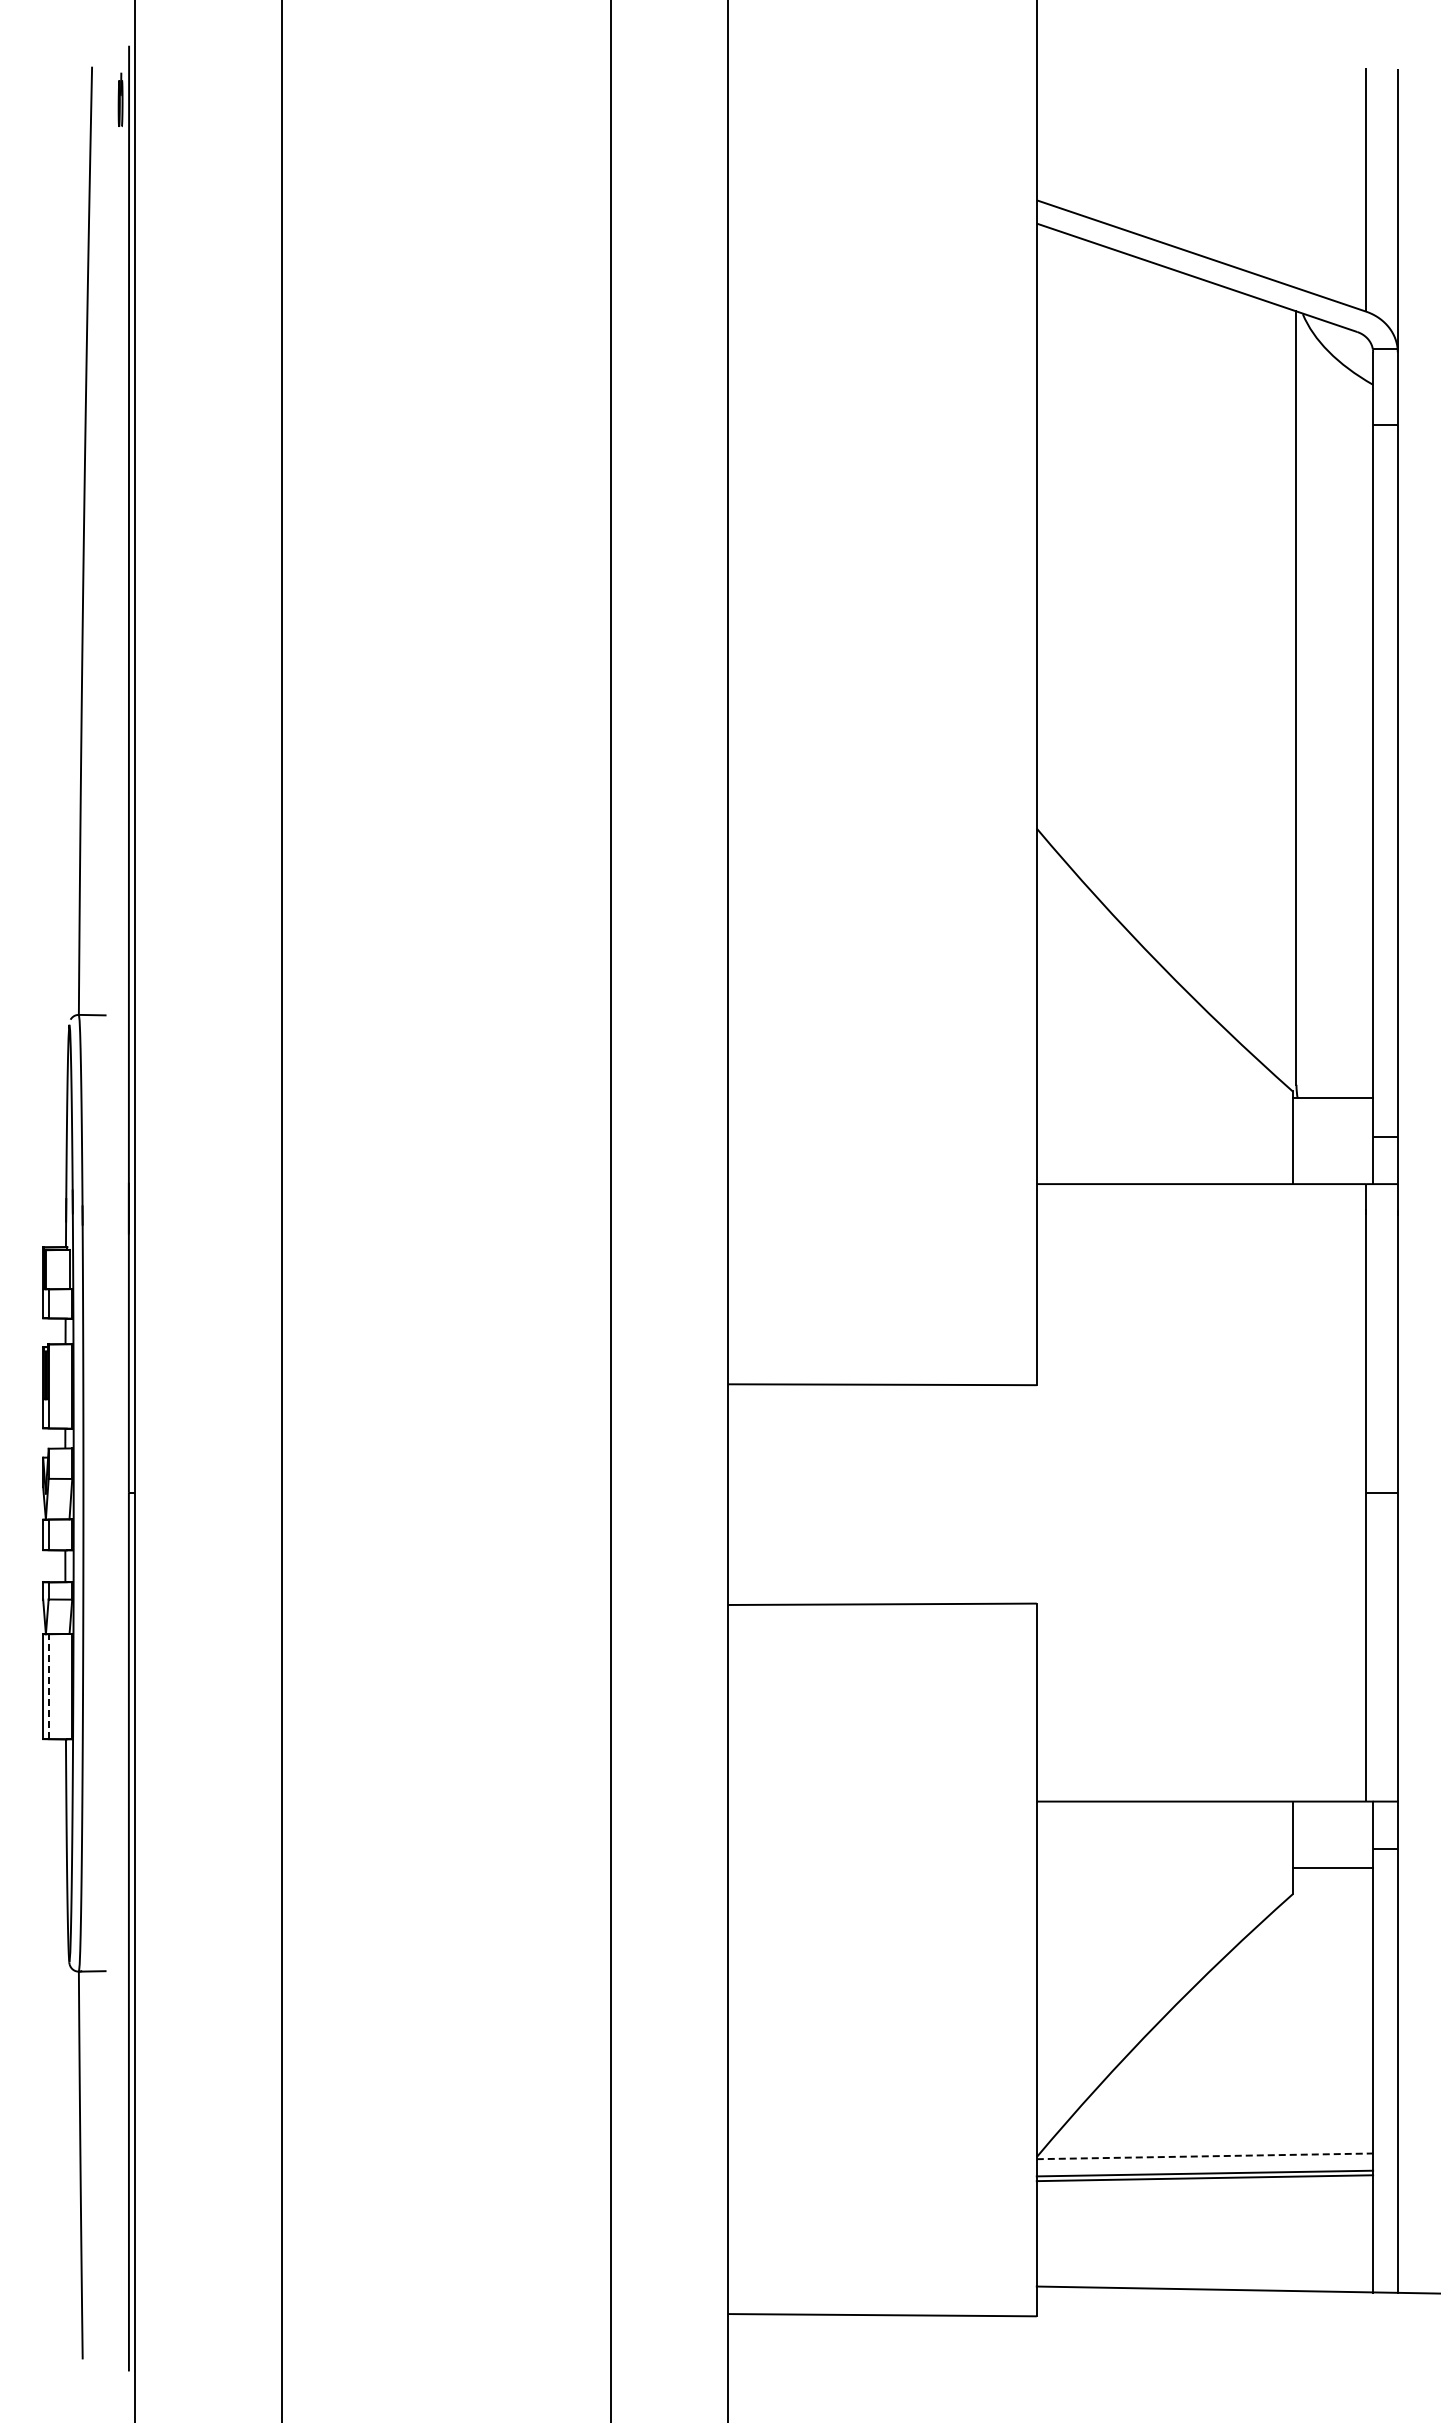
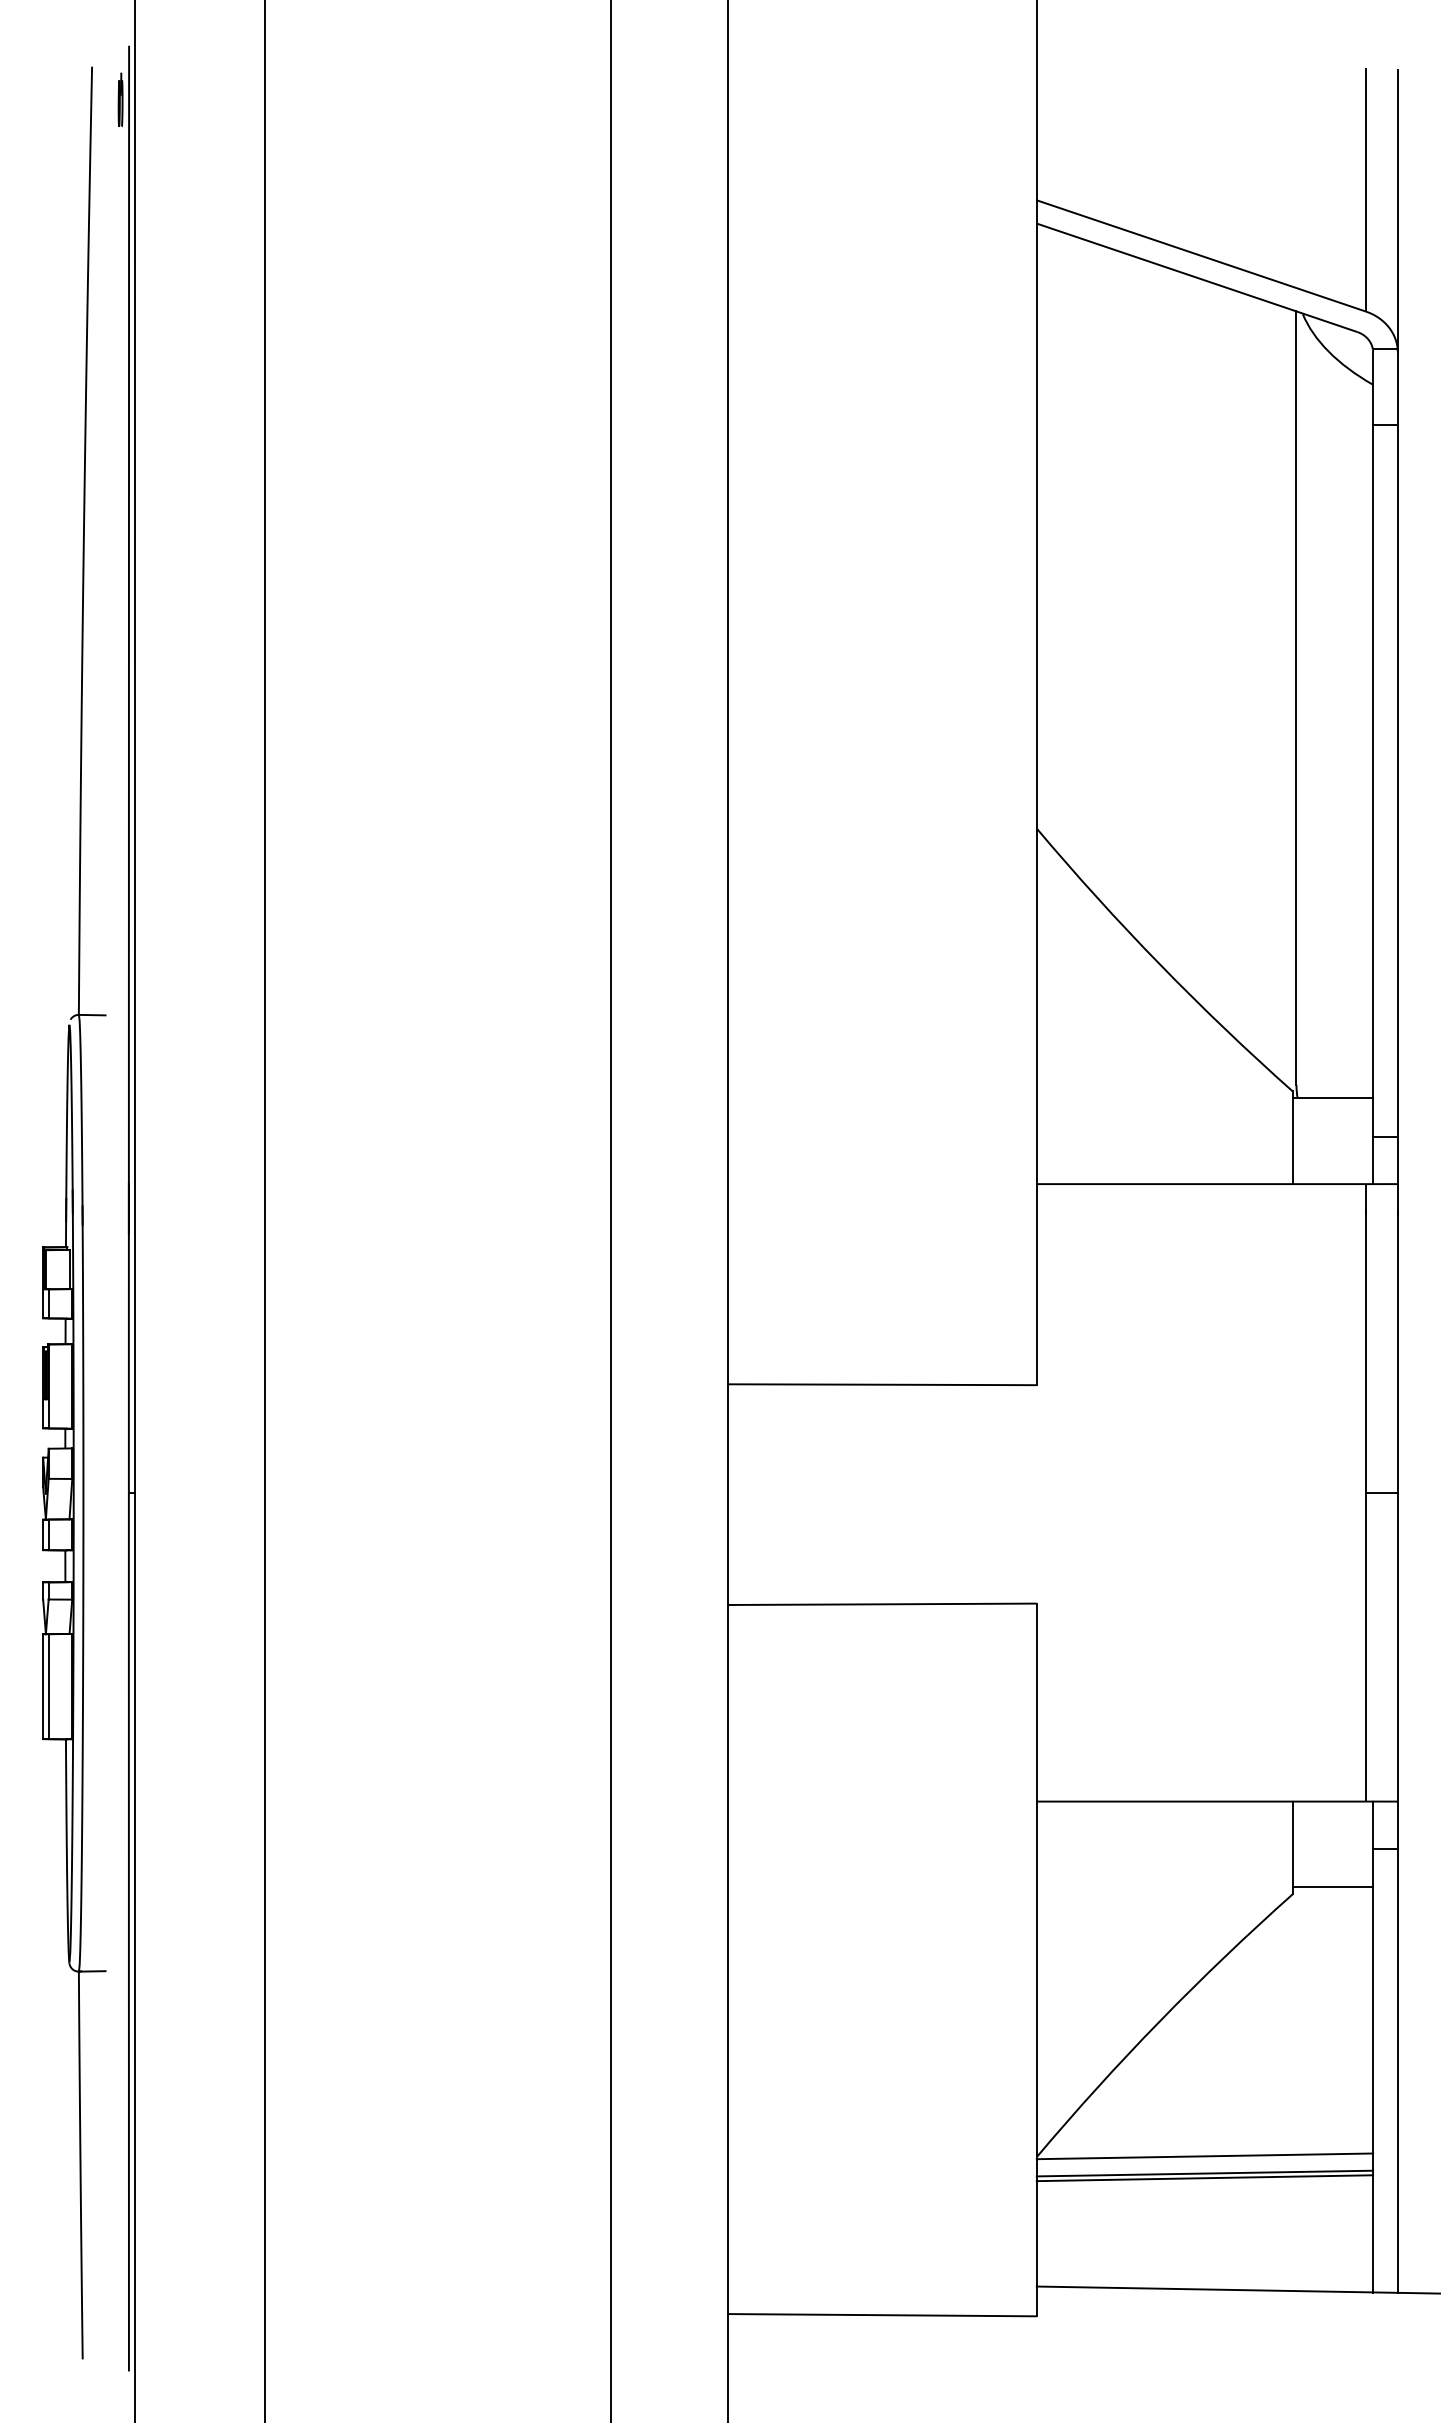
line at (281, 1210) position: (281, 1210) -> (264, 1210)
line at (48, 1686): dashed -> solid
line at (1332, 1868) position: (1332, 1868) -> (1332, 1887)
line at (1205, 2156): dashed -> solid
